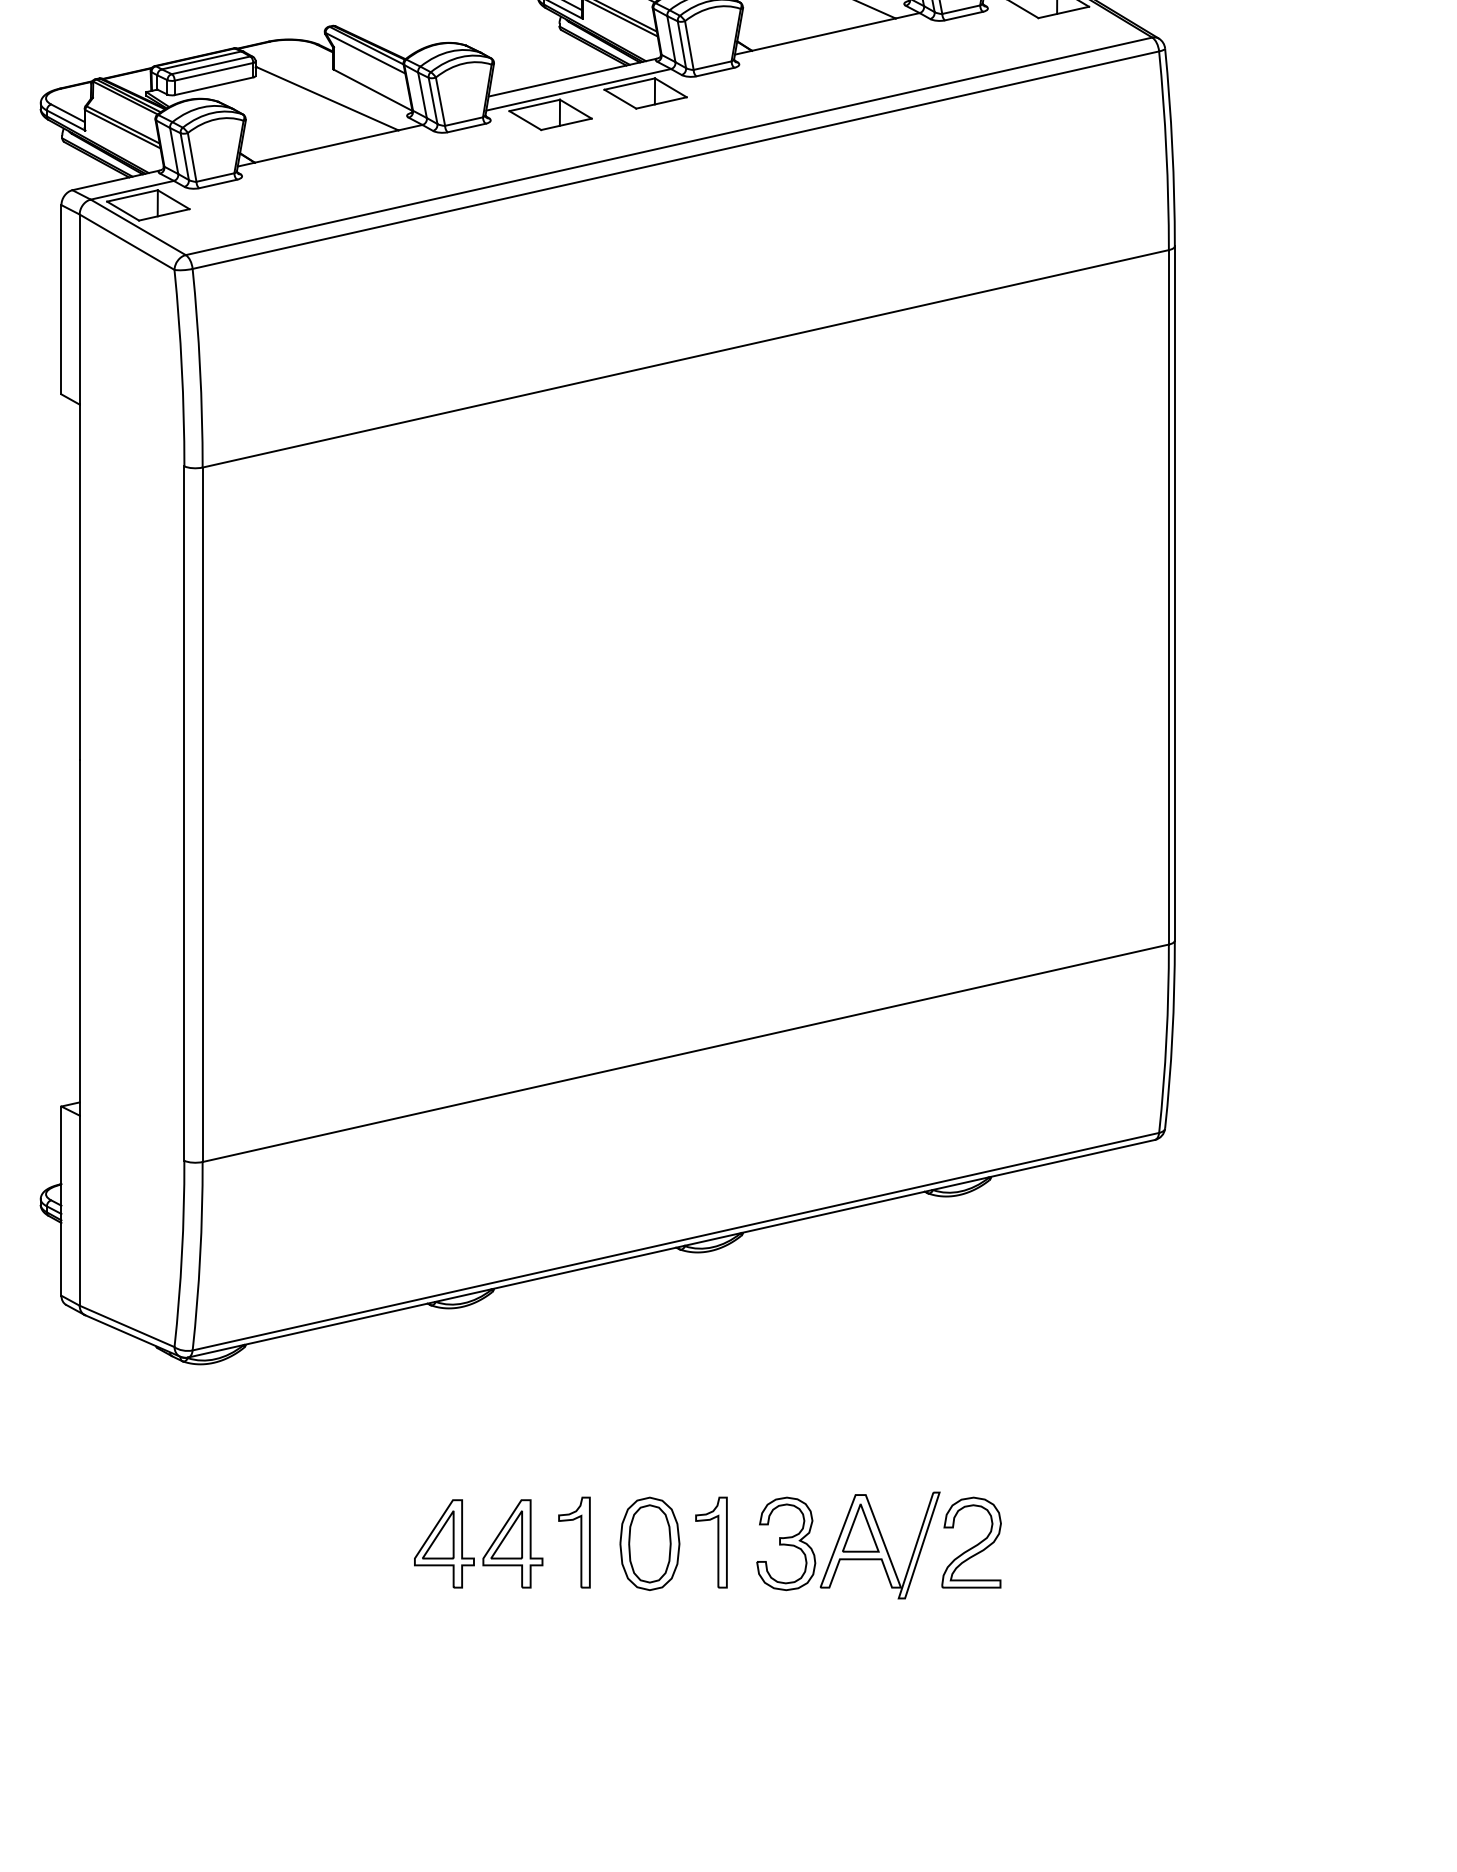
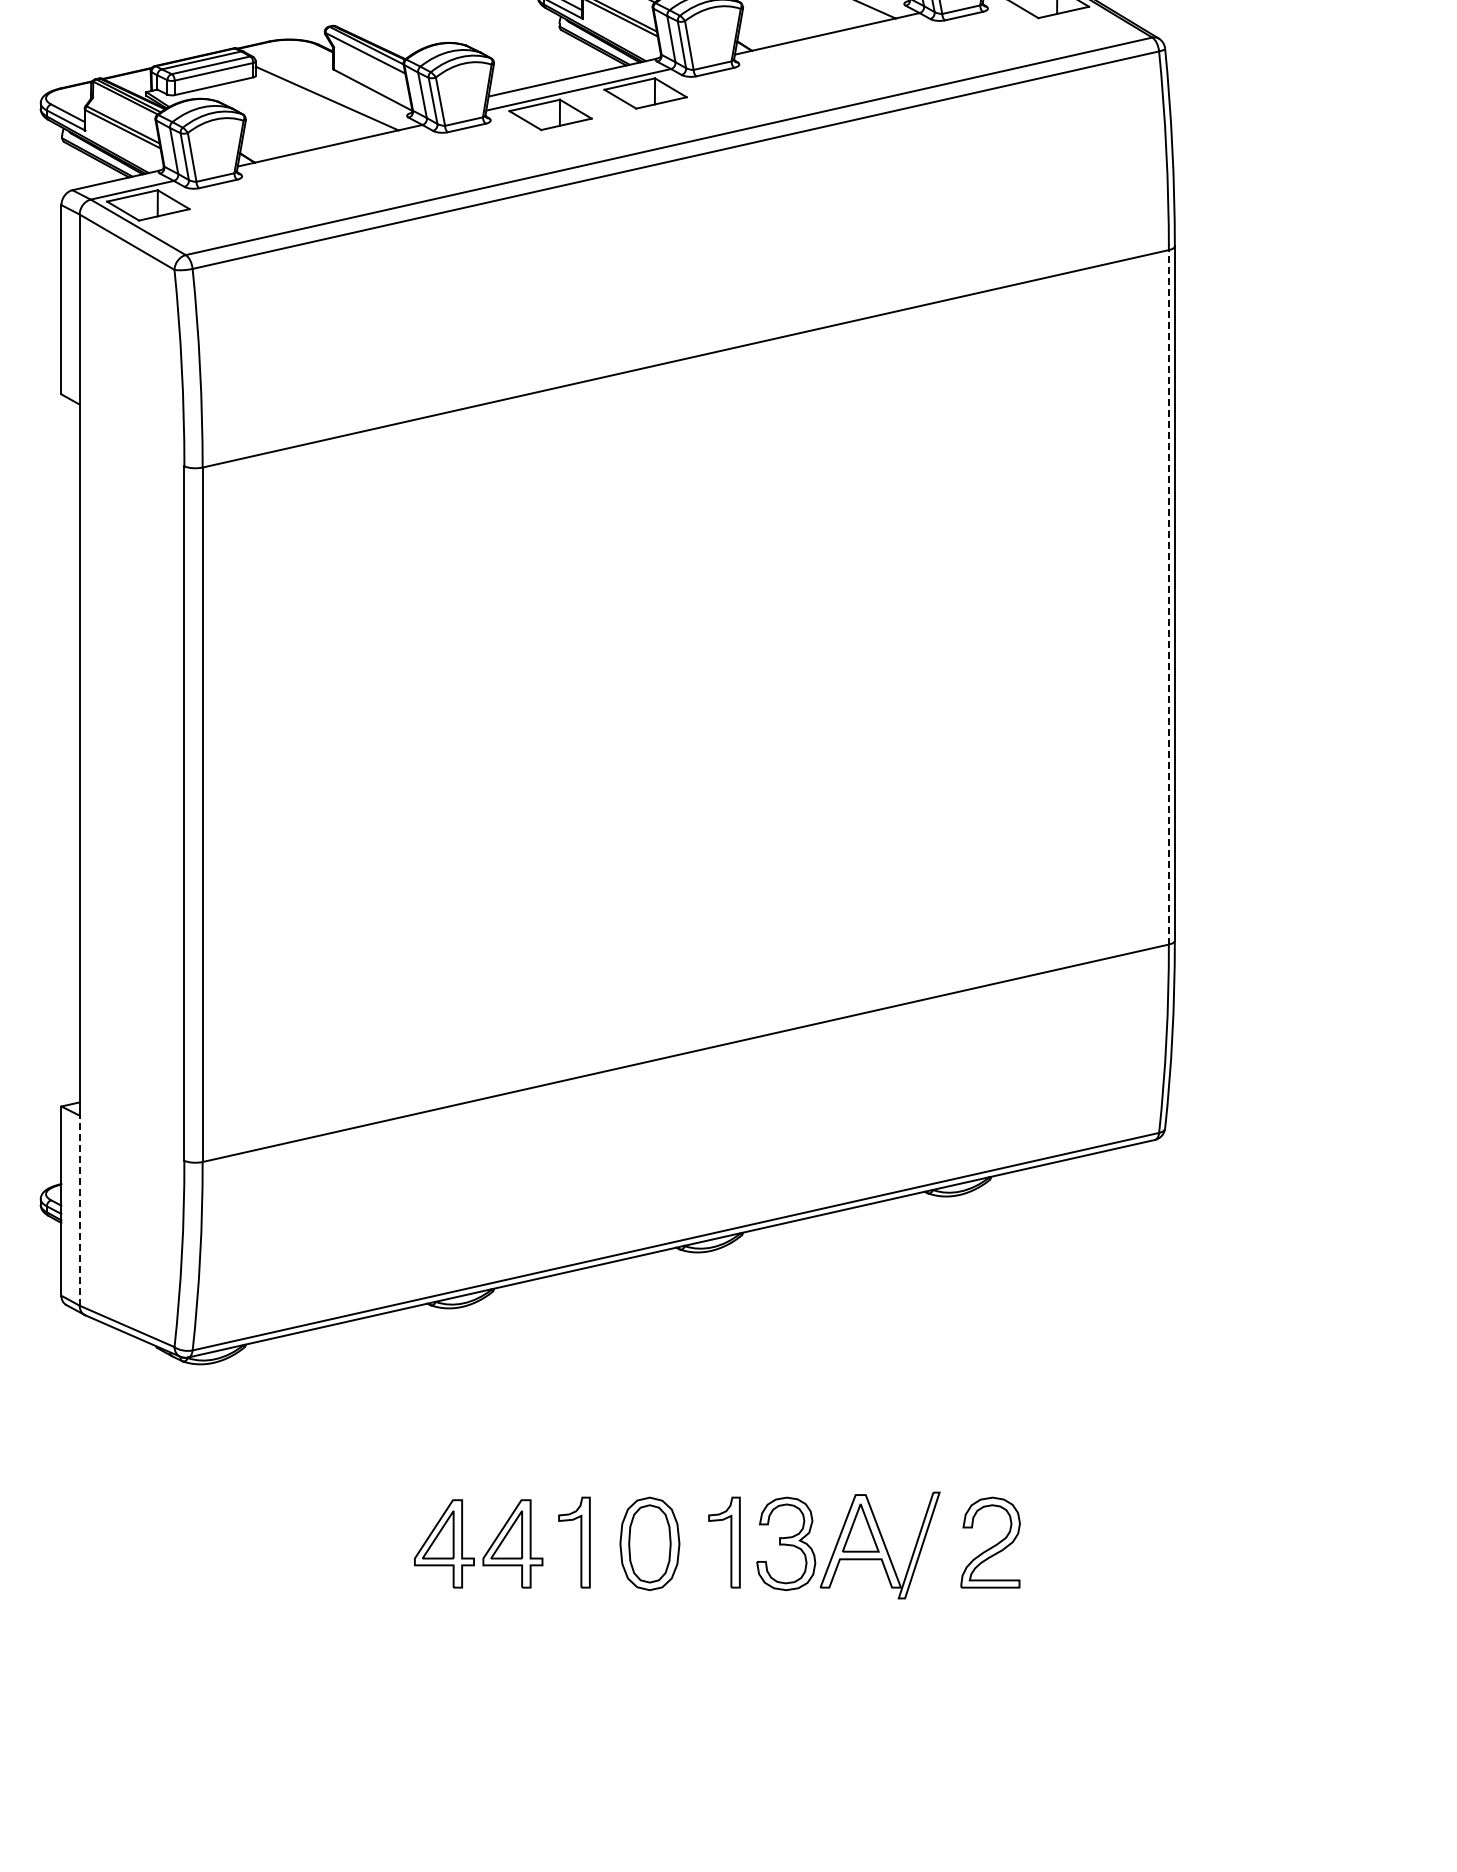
line at (1168, 596): solid -> dashed
line at (79, 1210): solid -> dashed
part at (711, 1542) position: (711, 1542) -> (724, 1542)
part at (971, 1542) position: (971, 1542) -> (990, 1542)
